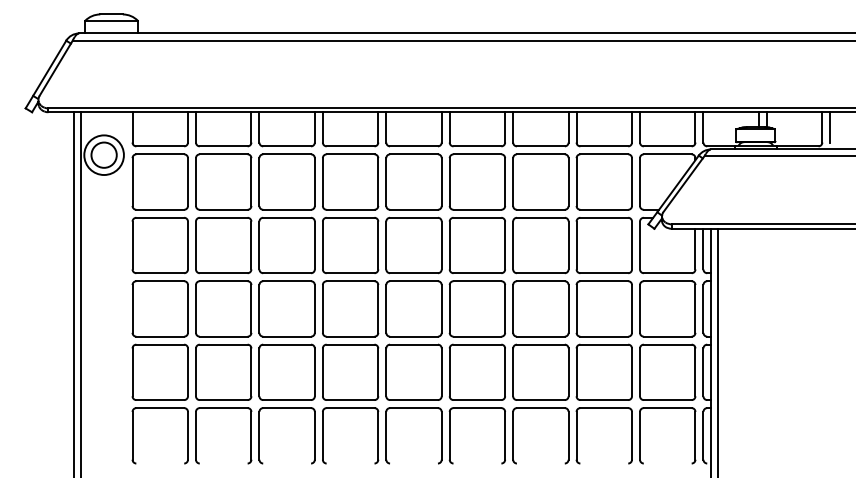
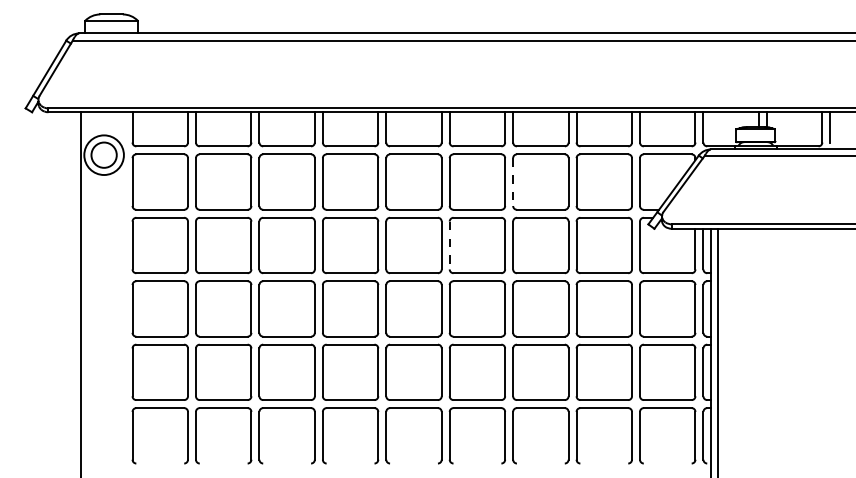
line at (513, 182): solid -> dashed
line at (449, 245): solid -> dashed
line at (74, 293): present -> none
